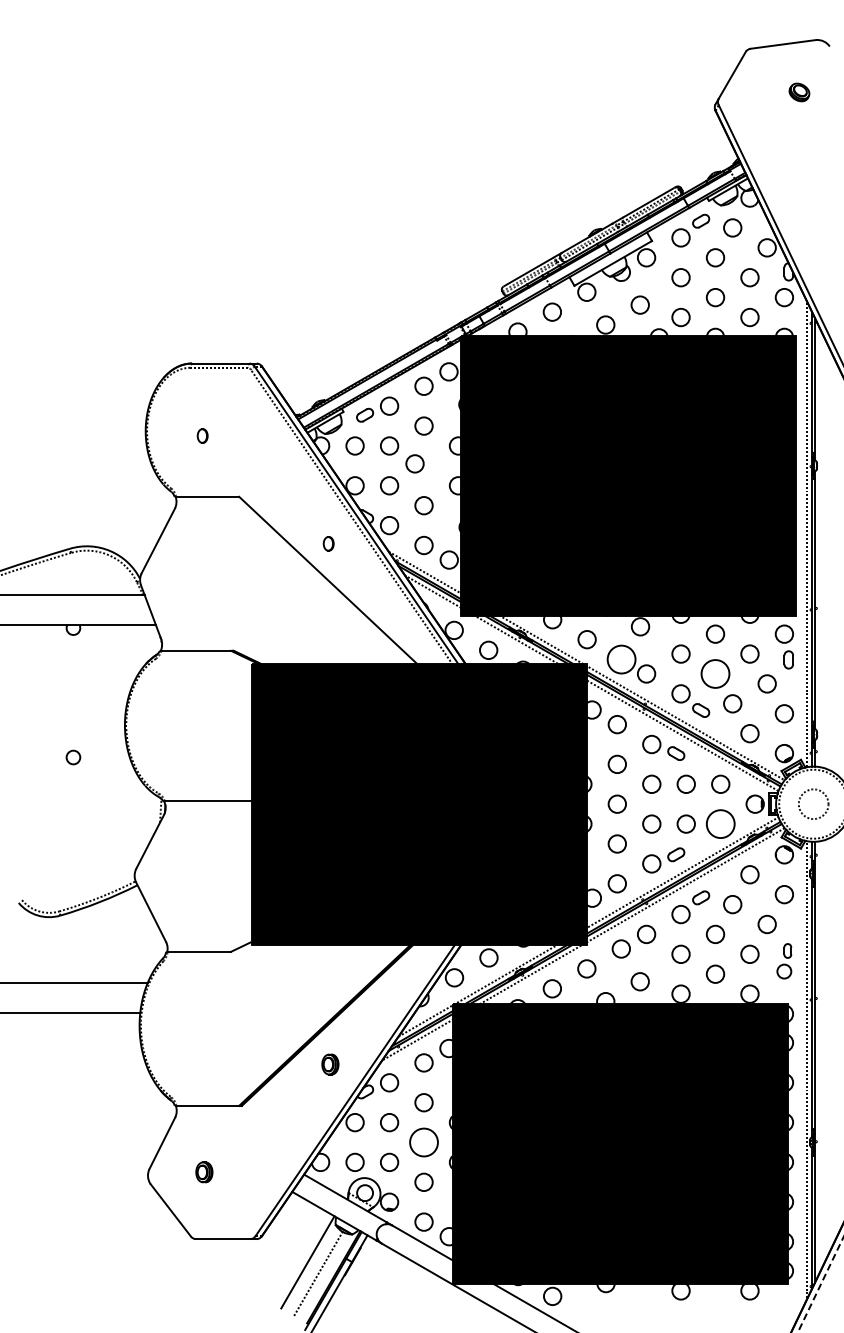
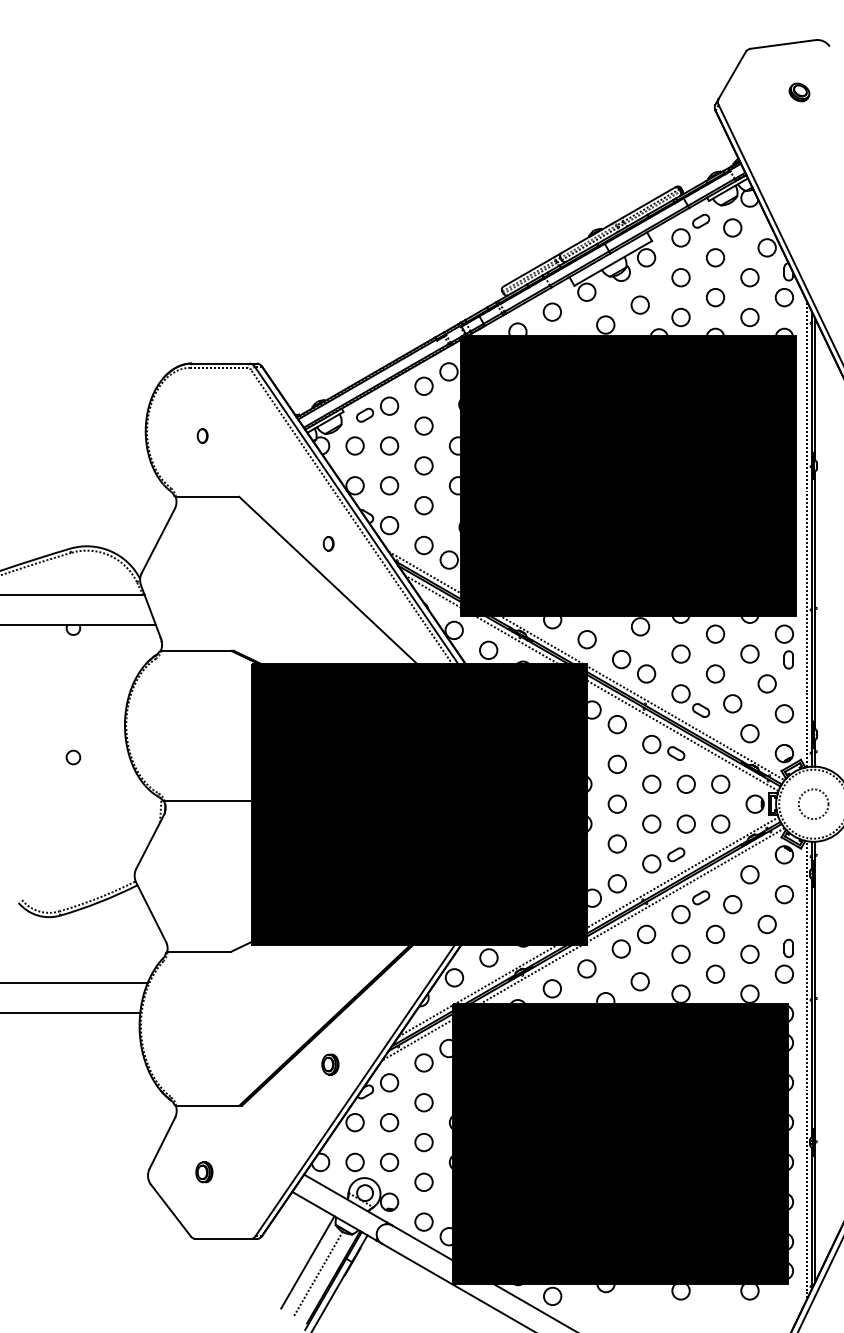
circle at (414, 463) position: (414, 463) -> (423, 465)
circle at (621, 659) diameter: 28 px -> 17 px
circle at (715, 673) diameter: 28 px -> 17 px
circle at (720, 824) diameter: 28 px -> 17 px
part at (784, 961) size: 17x37 px -> 20x46 px
circle at (423, 1142) diameter: 28 px -> 17 px
line at (820, 1284): dashed -> solid
